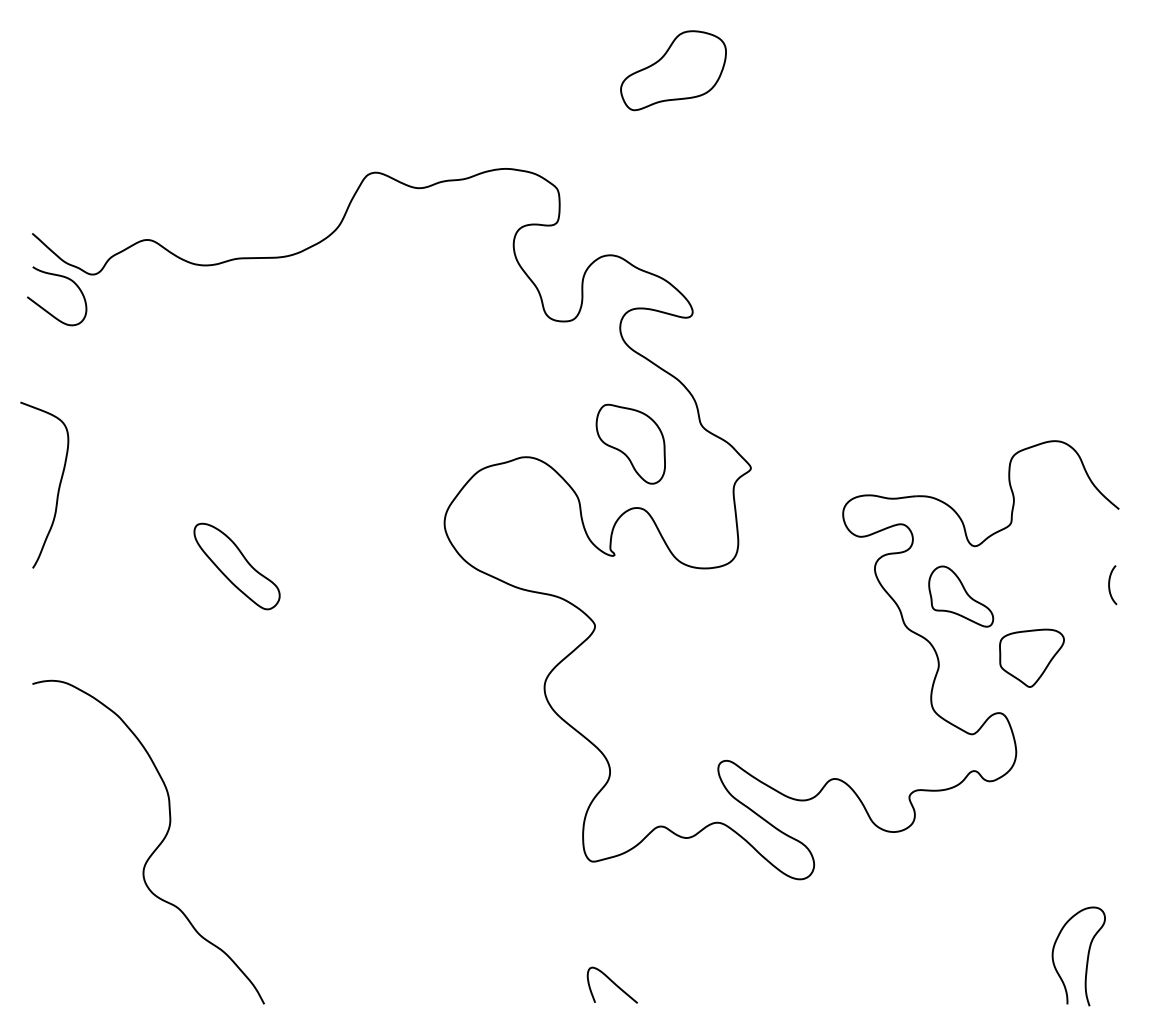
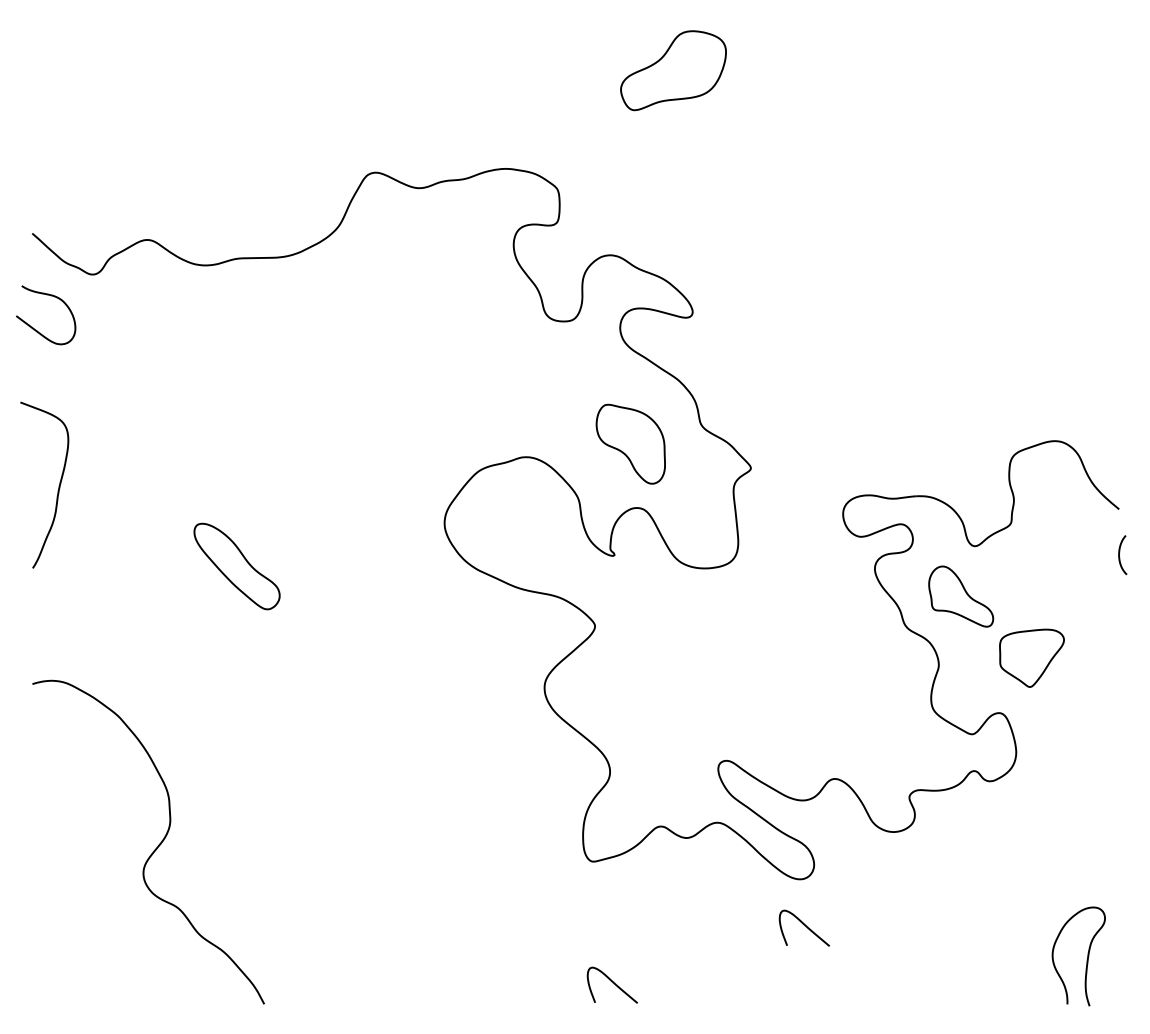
curve at (47, 310) position: (47, 310) -> (36, 329)
curve at (1110, 587) position: (1110, 587) -> (1120, 557)
curve at (803, 925): none -> present
